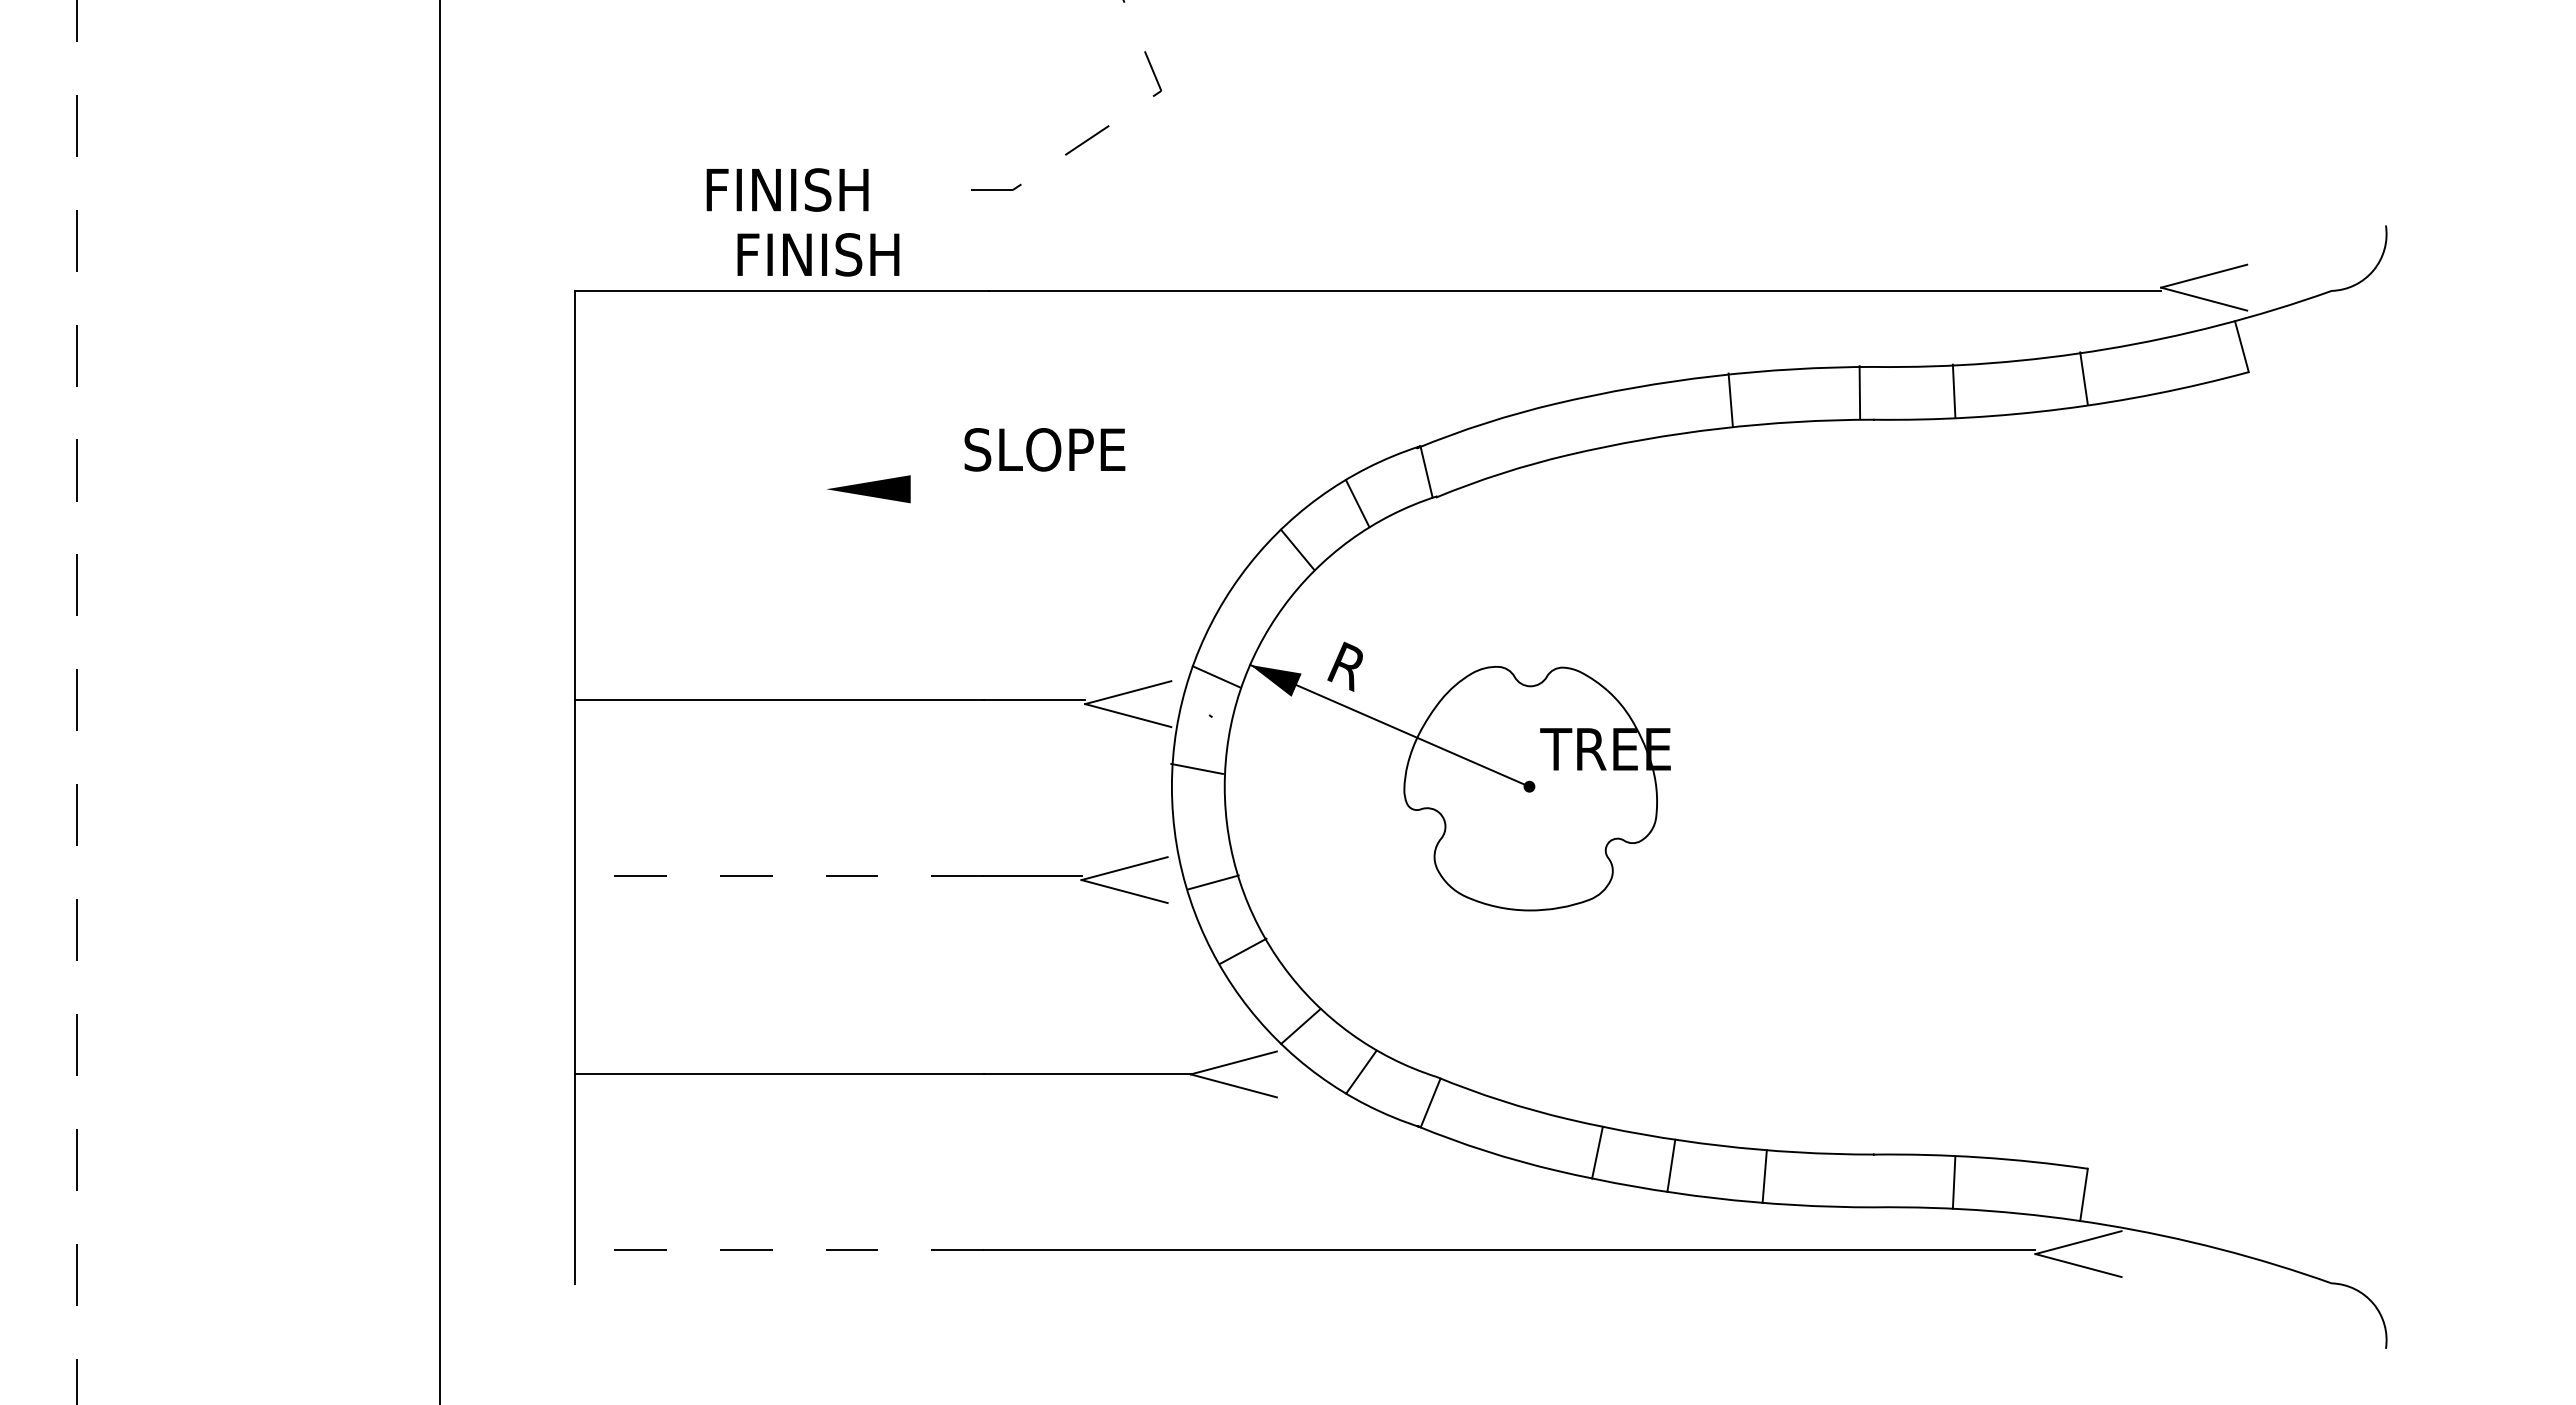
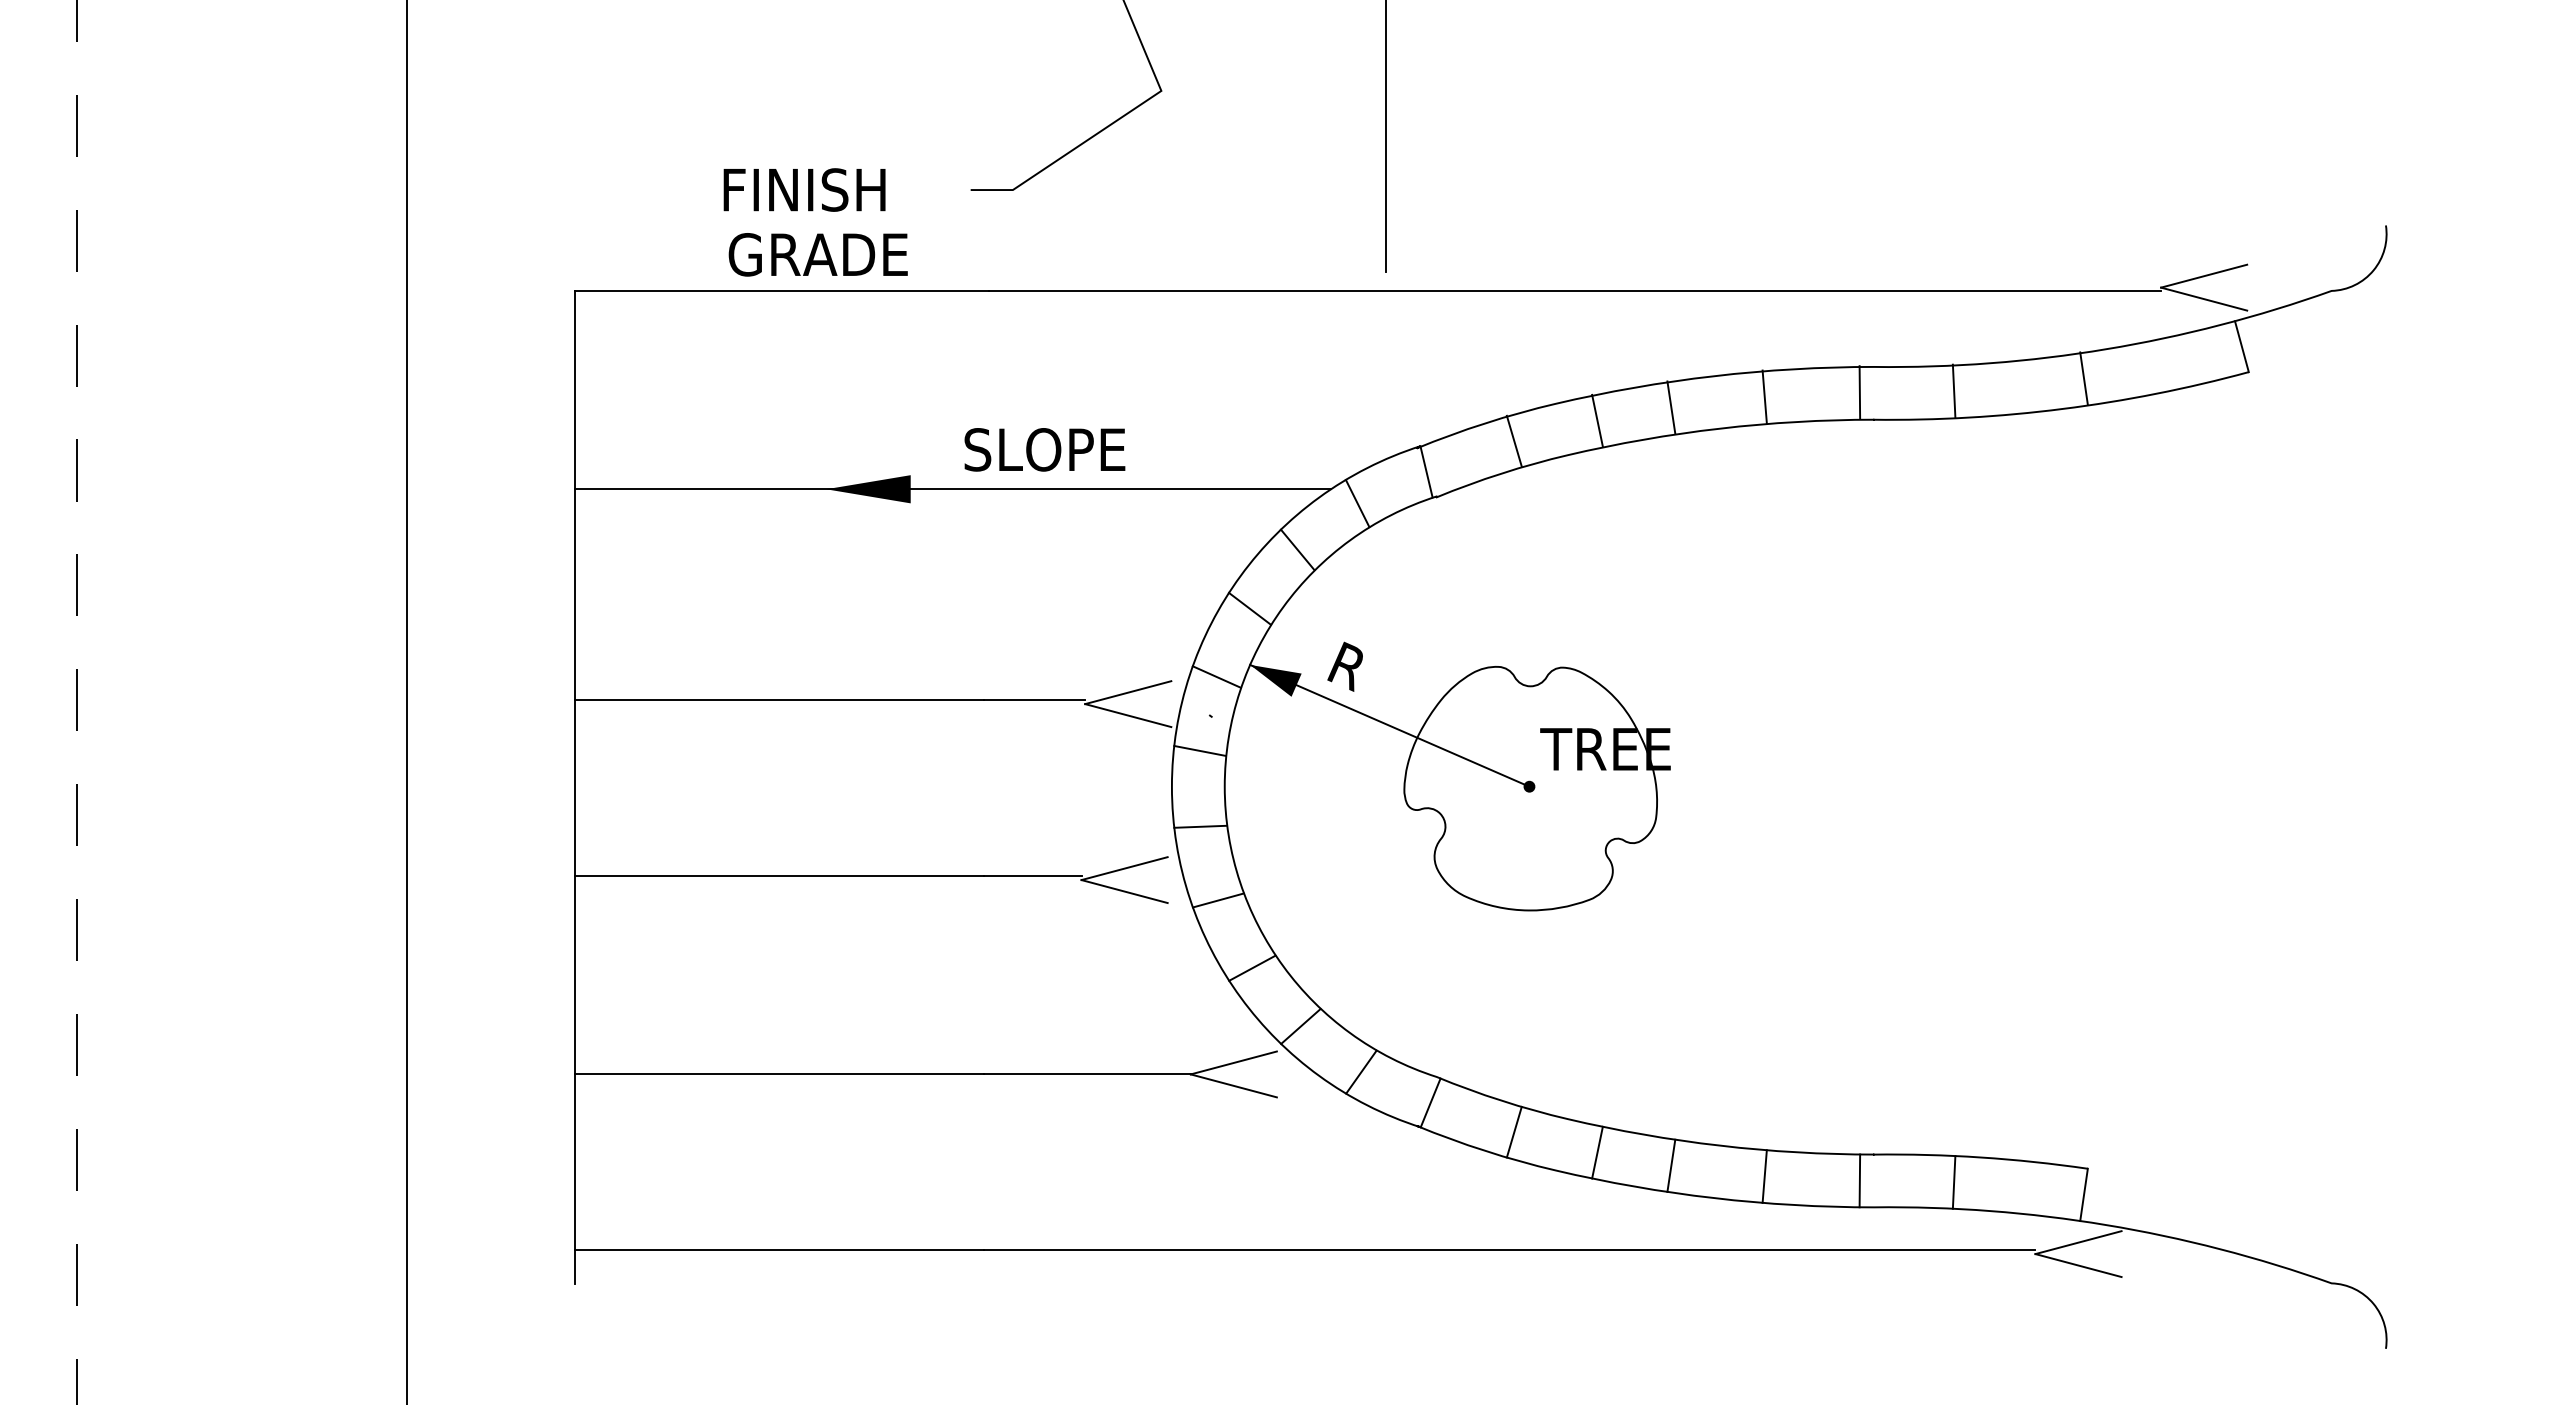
line at (1109, 125): dashed -> solid
line at (1385, 137): none -> present
text at (787, 189) position: (787, 189) -> (804, 189)
text at (817, 254): FINISH -> GRADE
line at (1730, 399) position: (1730, 399) -> (1764, 396)
line at (1671, 407): none -> present
line at (1597, 420): none -> present
line at (1513, 440): none -> present
line at (953, 489): none -> present
line at (1249, 608): none -> present
line at (440, 701) position: (440, 701) -> (407, 701)
line at (1196, 768) position: (1196, 768) -> (1199, 750)
line at (1200, 826): none -> present
line at (779, 876): dashed -> solid
line at (1212, 882) position: (1212, 882) -> (1217, 900)
line at (1243, 950) position: (1243, 950) -> (1252, 967)
line at (1513, 1131): none -> present
line at (1859, 1180): none -> present
line at (779, 1250): dashed -> solid
